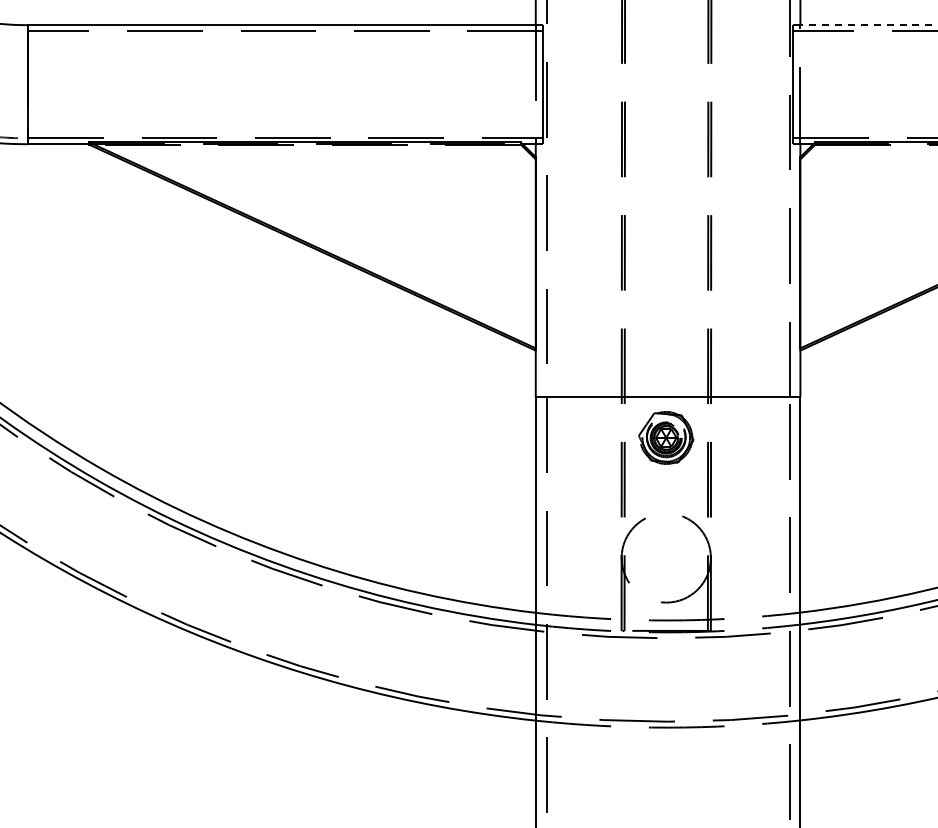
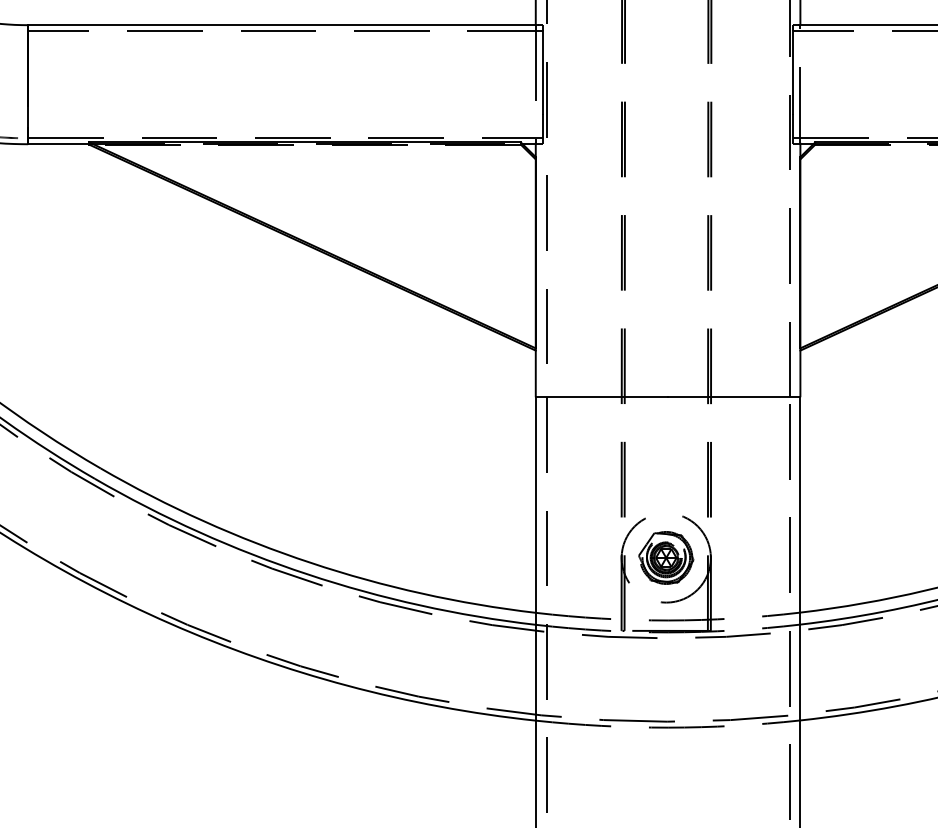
line at (867, 25): dashed -> solid
part at (666, 437) position: (666, 437) -> (666, 557)
